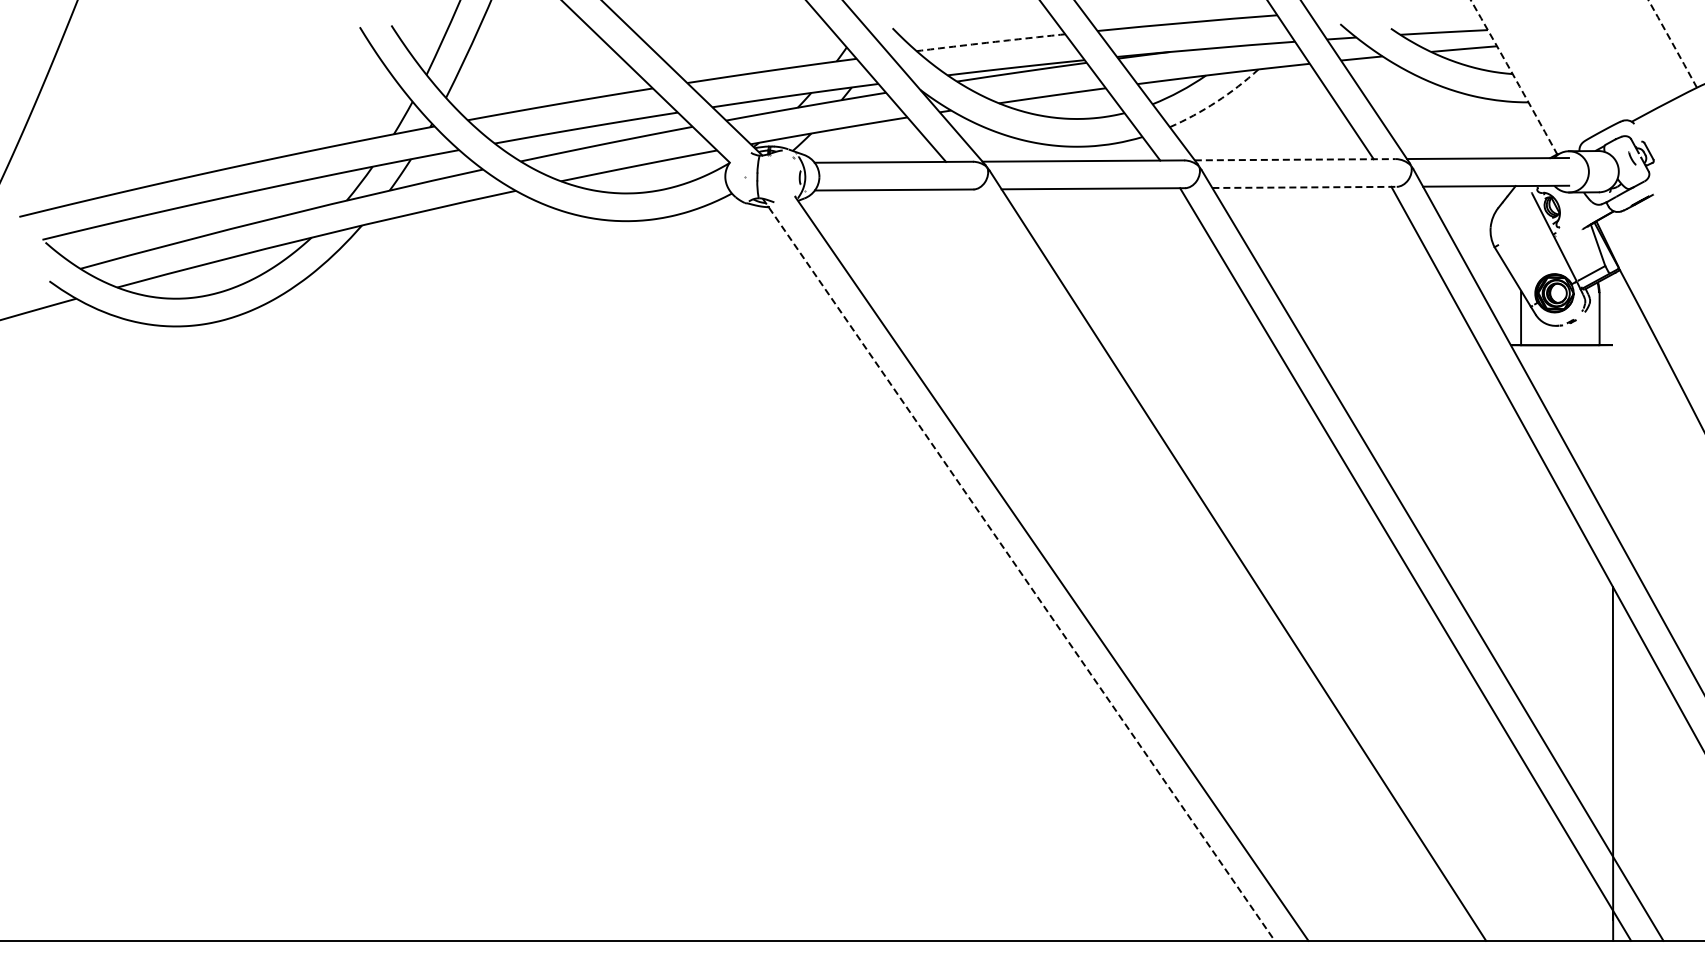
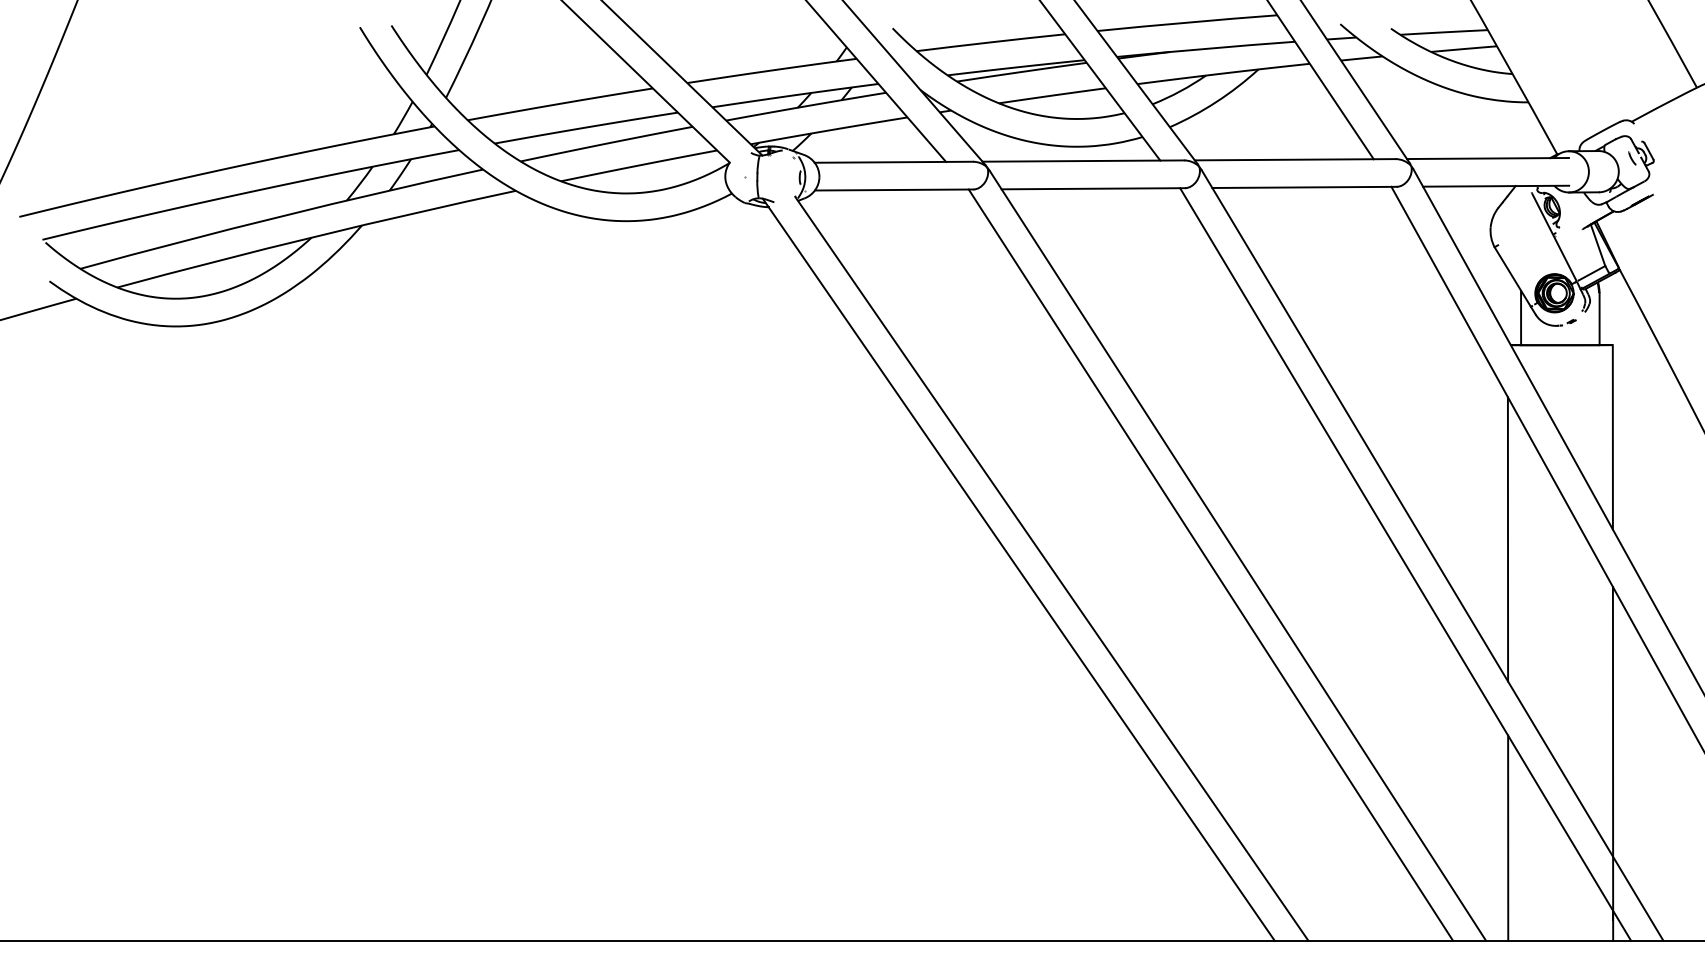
line at (990, 42): dashed -> solid
arc at (1672, 43): dashed -> solid
arc at (1514, 76): dashed -> solid
arc at (1216, 101): dashed -> solid
line at (1295, 159): dashed -> solid
line at (1305, 187): dashed -> solid
line at (1612, 437): none -> present
line at (1507, 539): none -> present
line at (1210, 564): none -> present
line at (1018, 569): dashed -> solid
line at (1508, 837): none -> present
